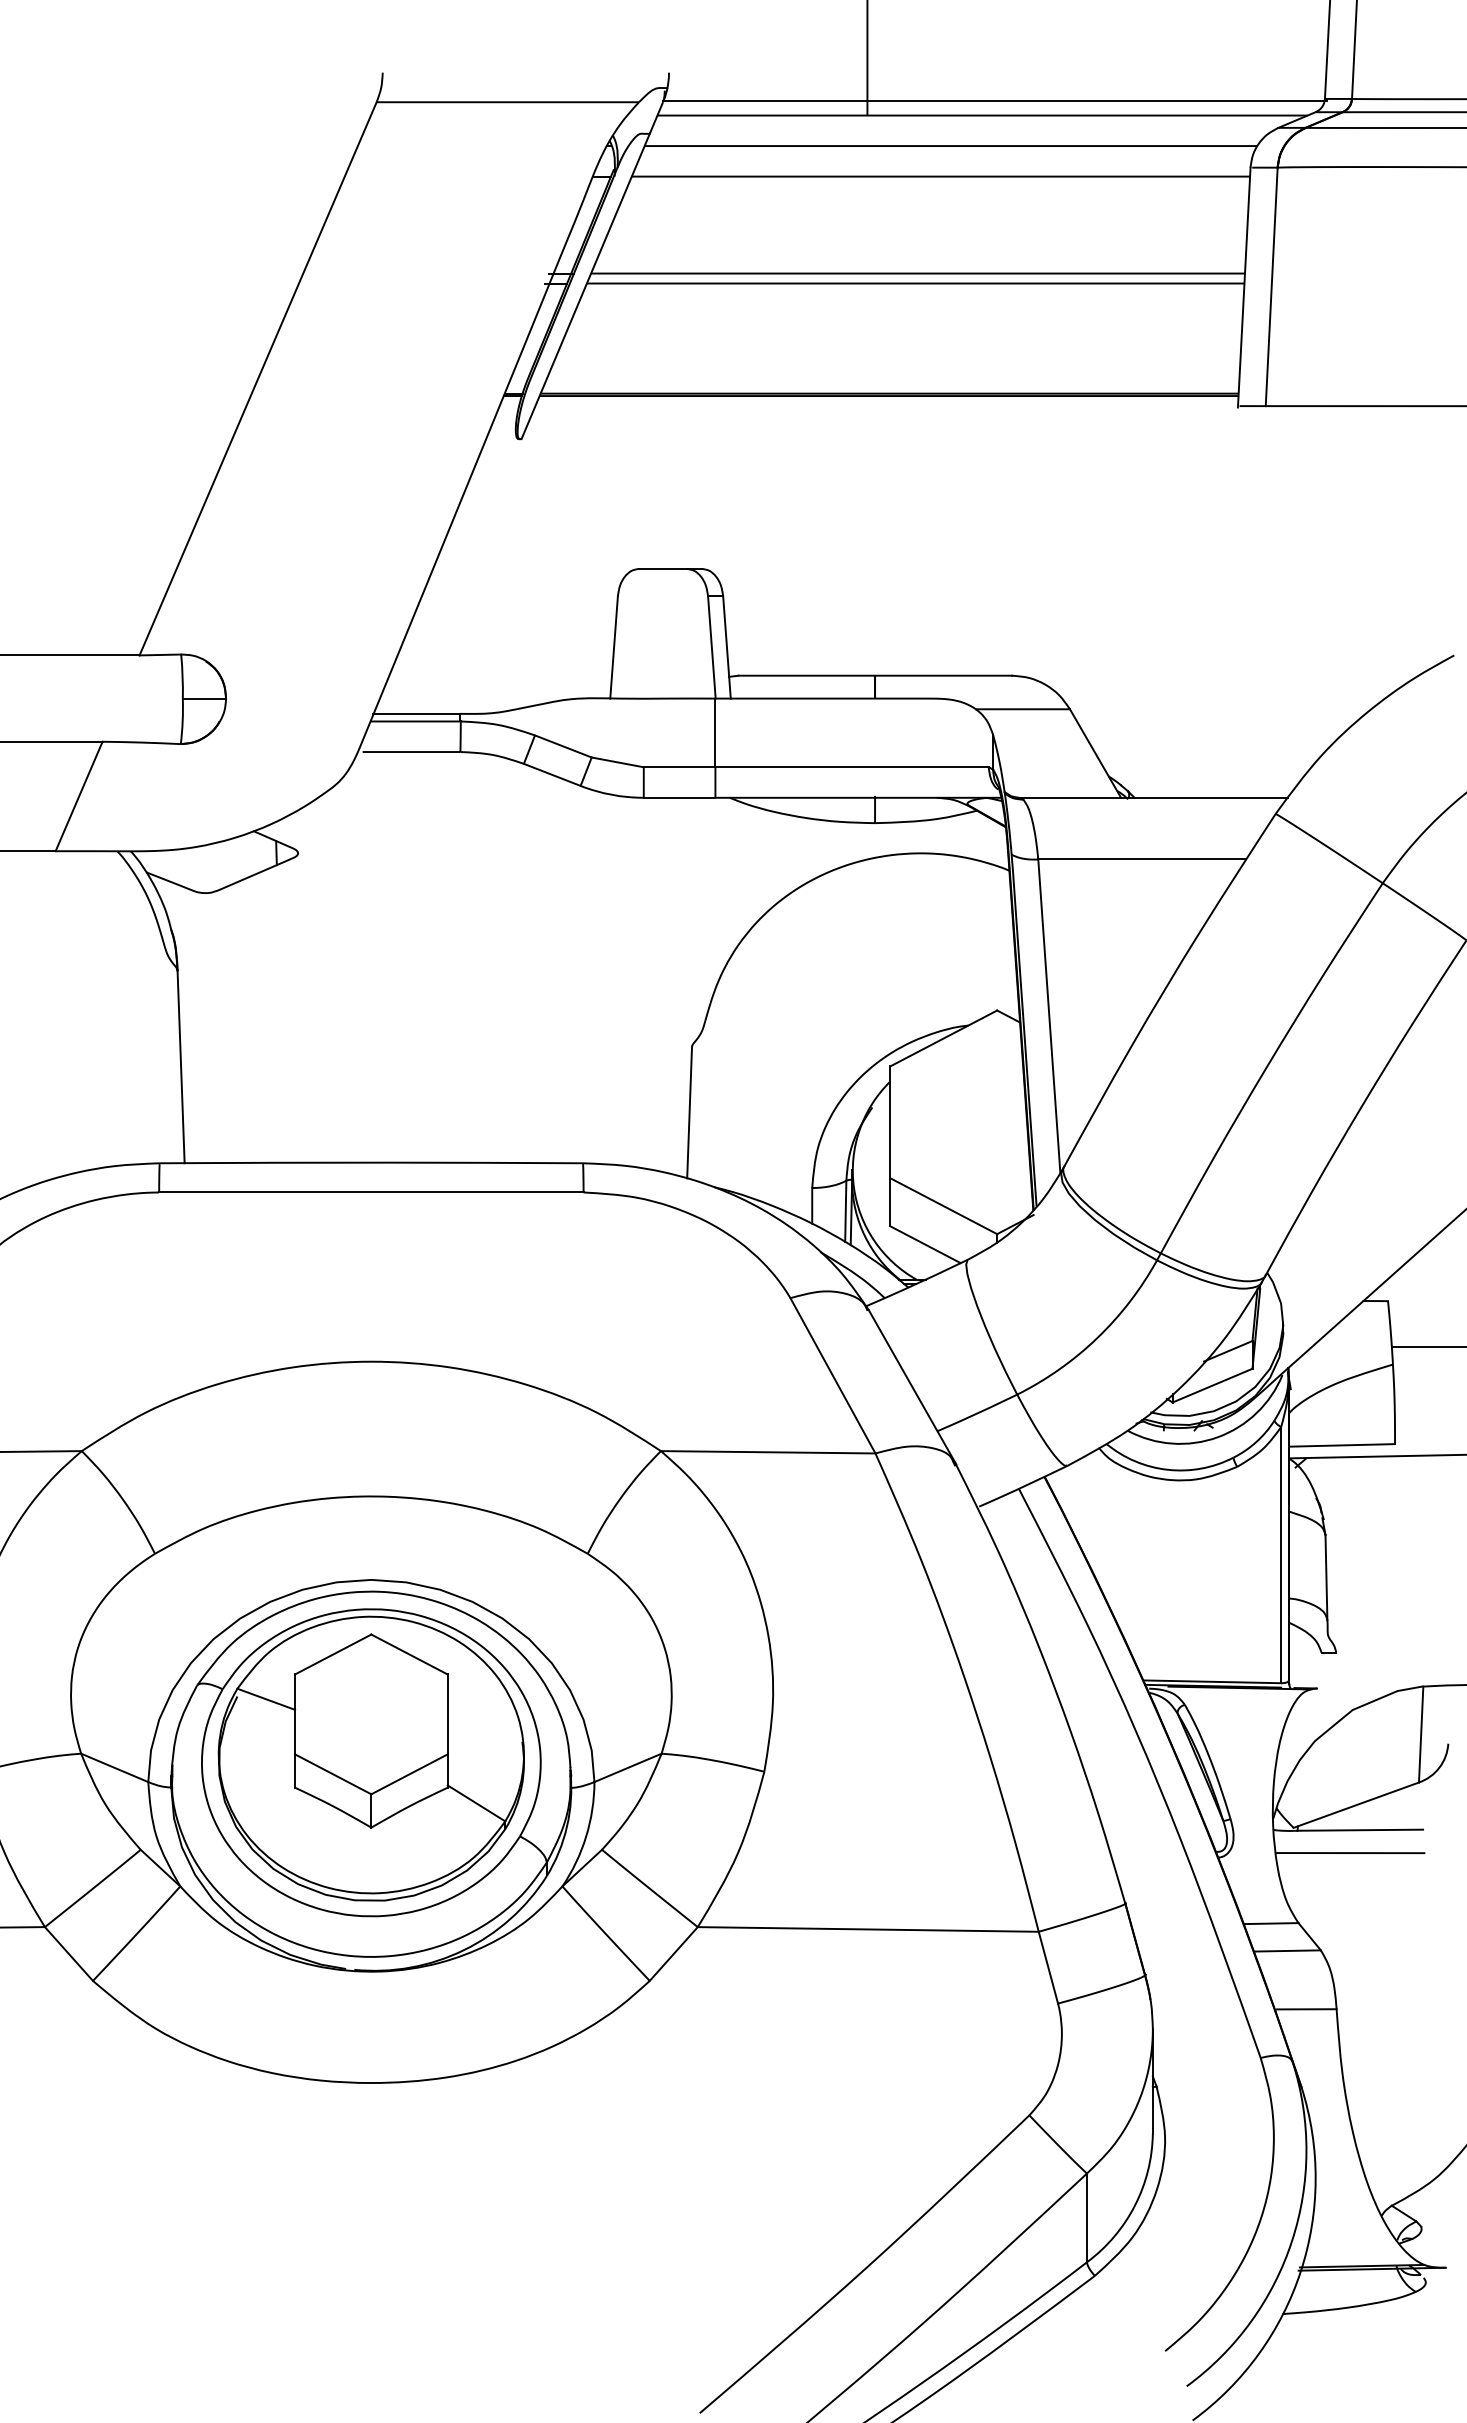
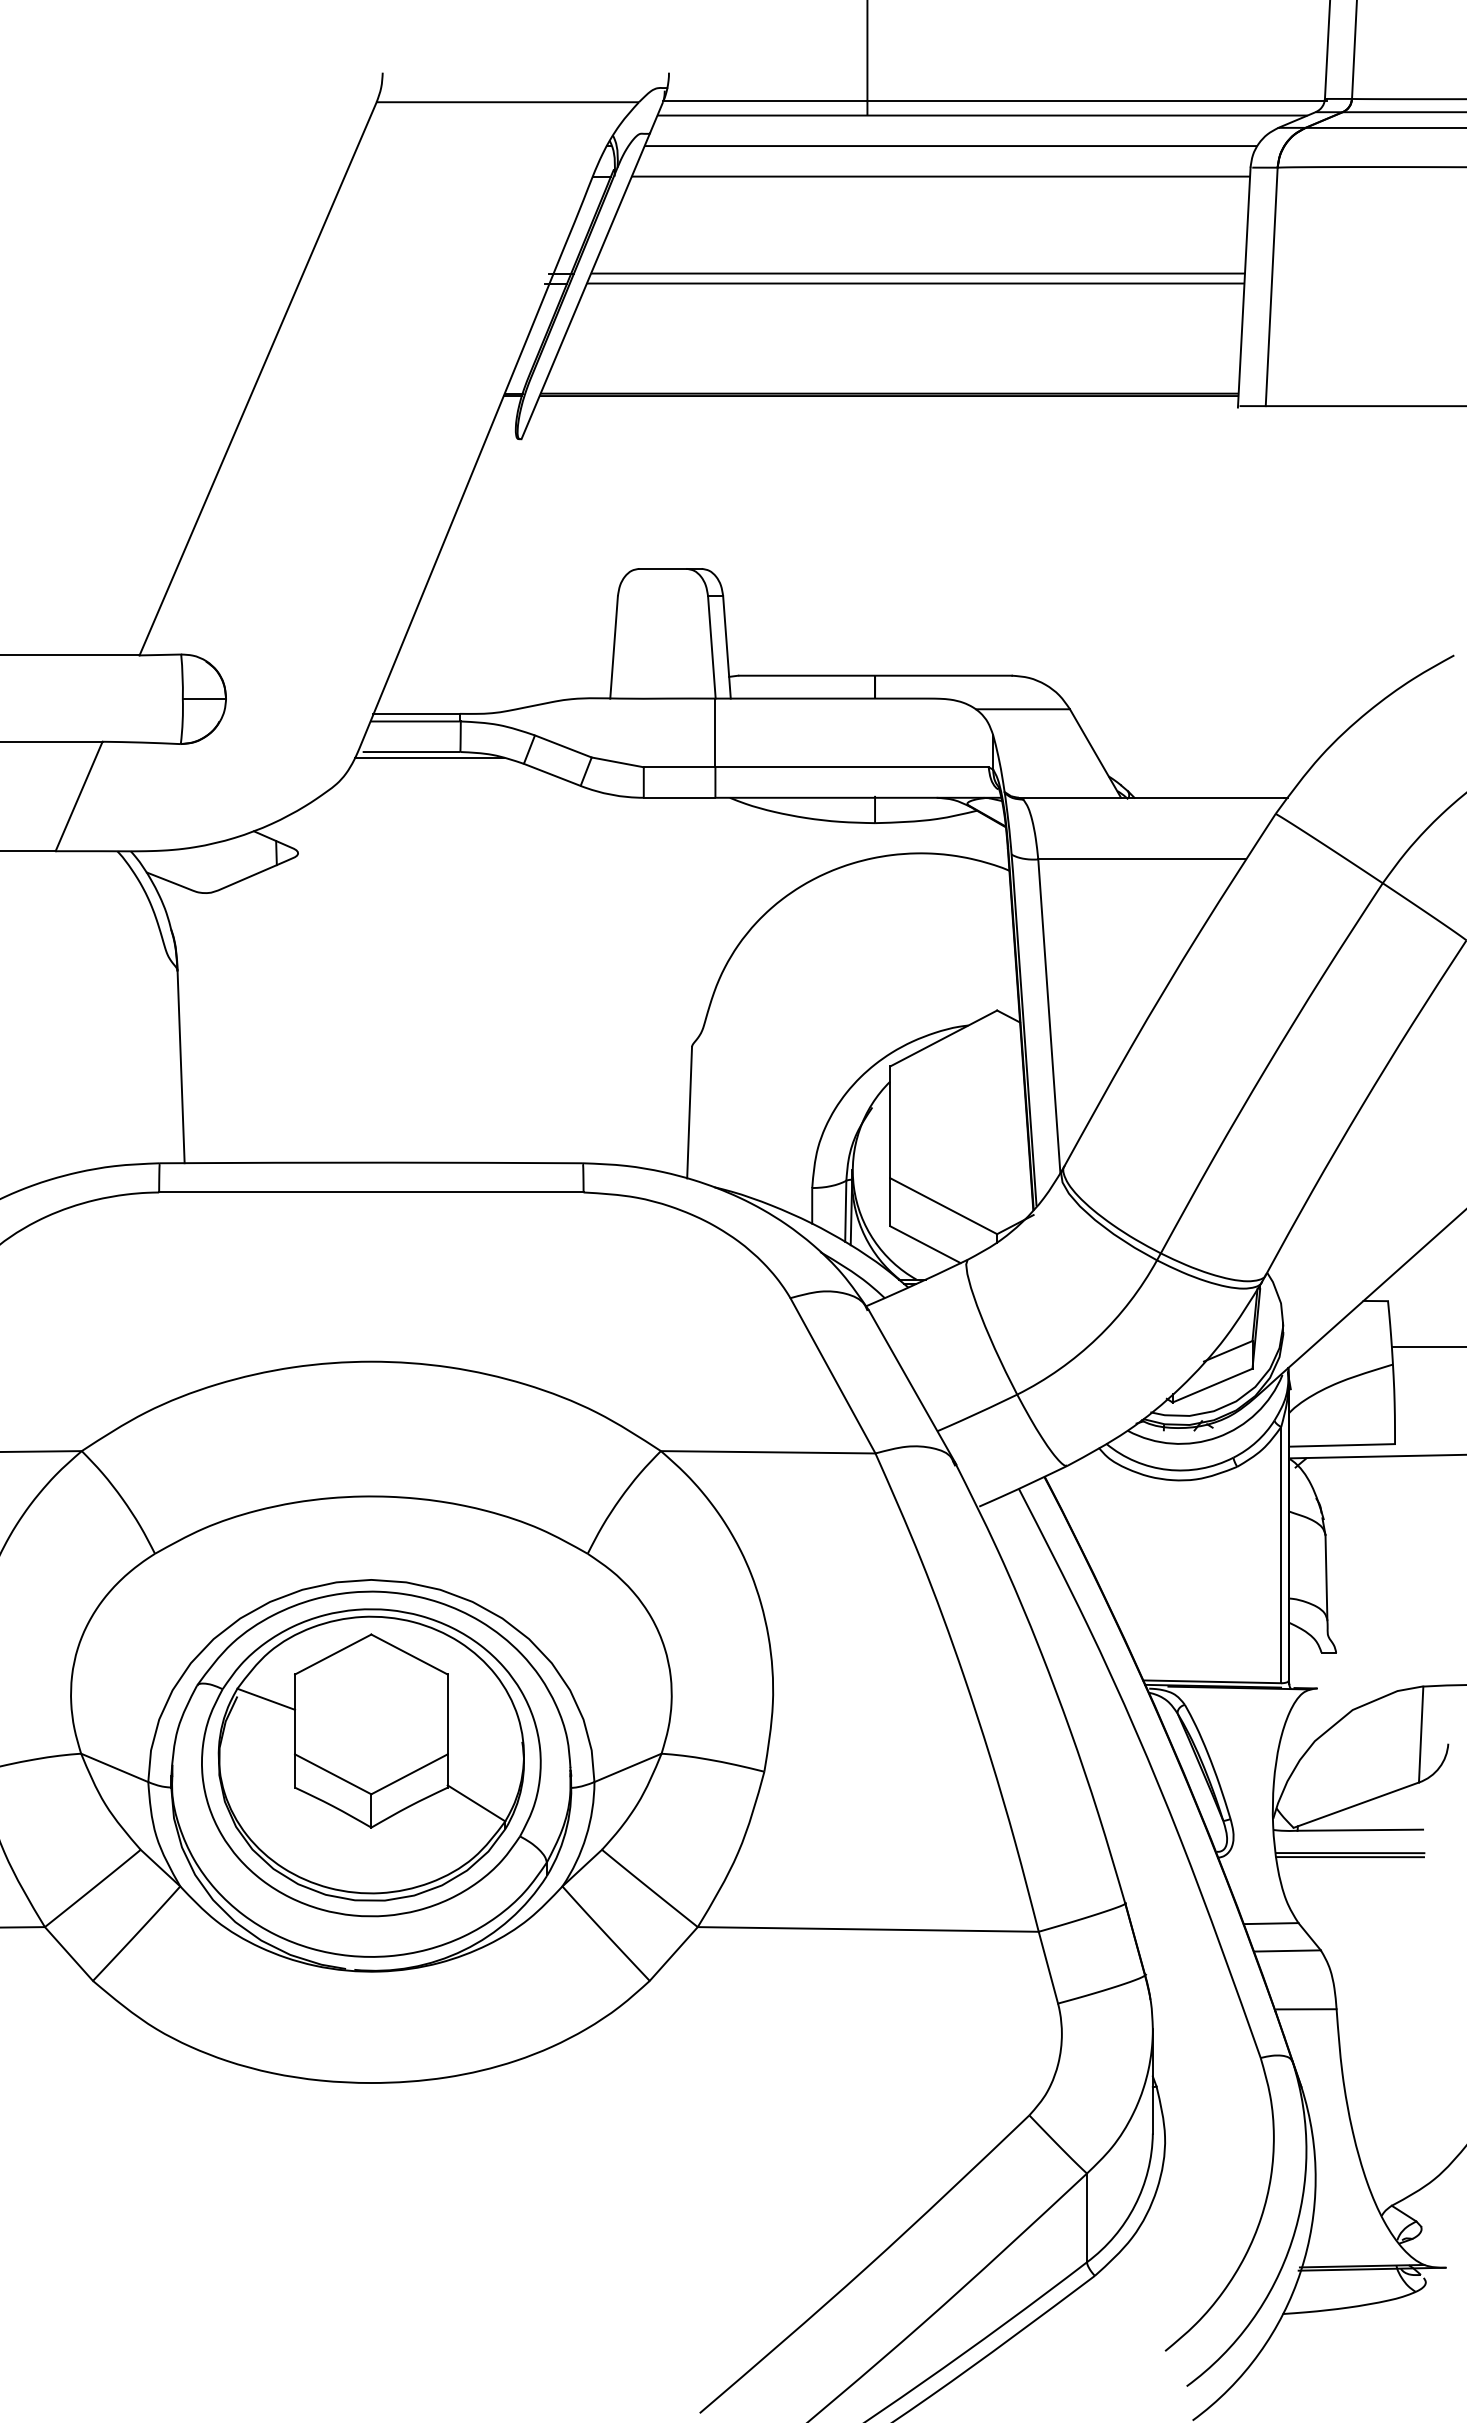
line at (429, 758): none -> present
line at (1350, 1857): none -> present
